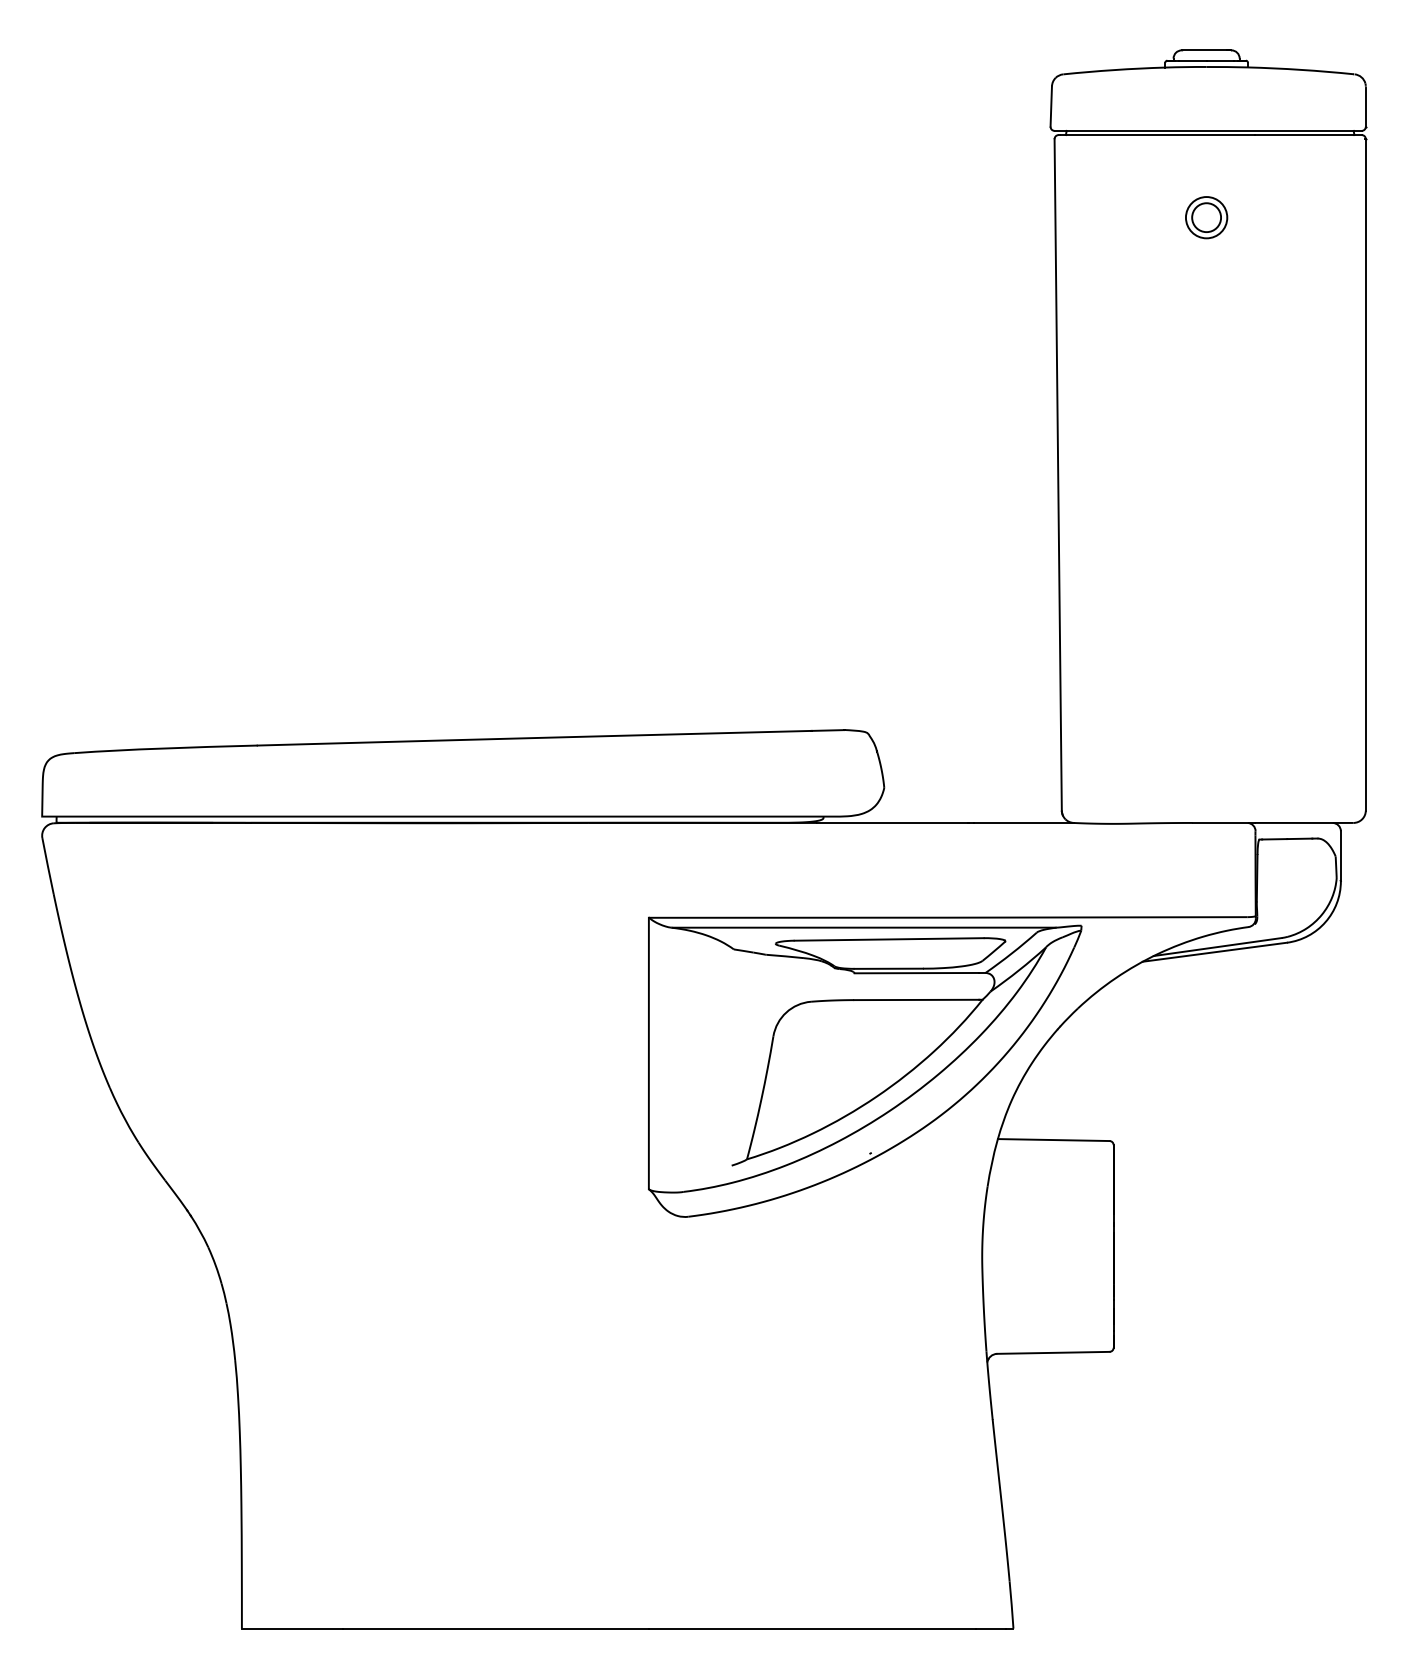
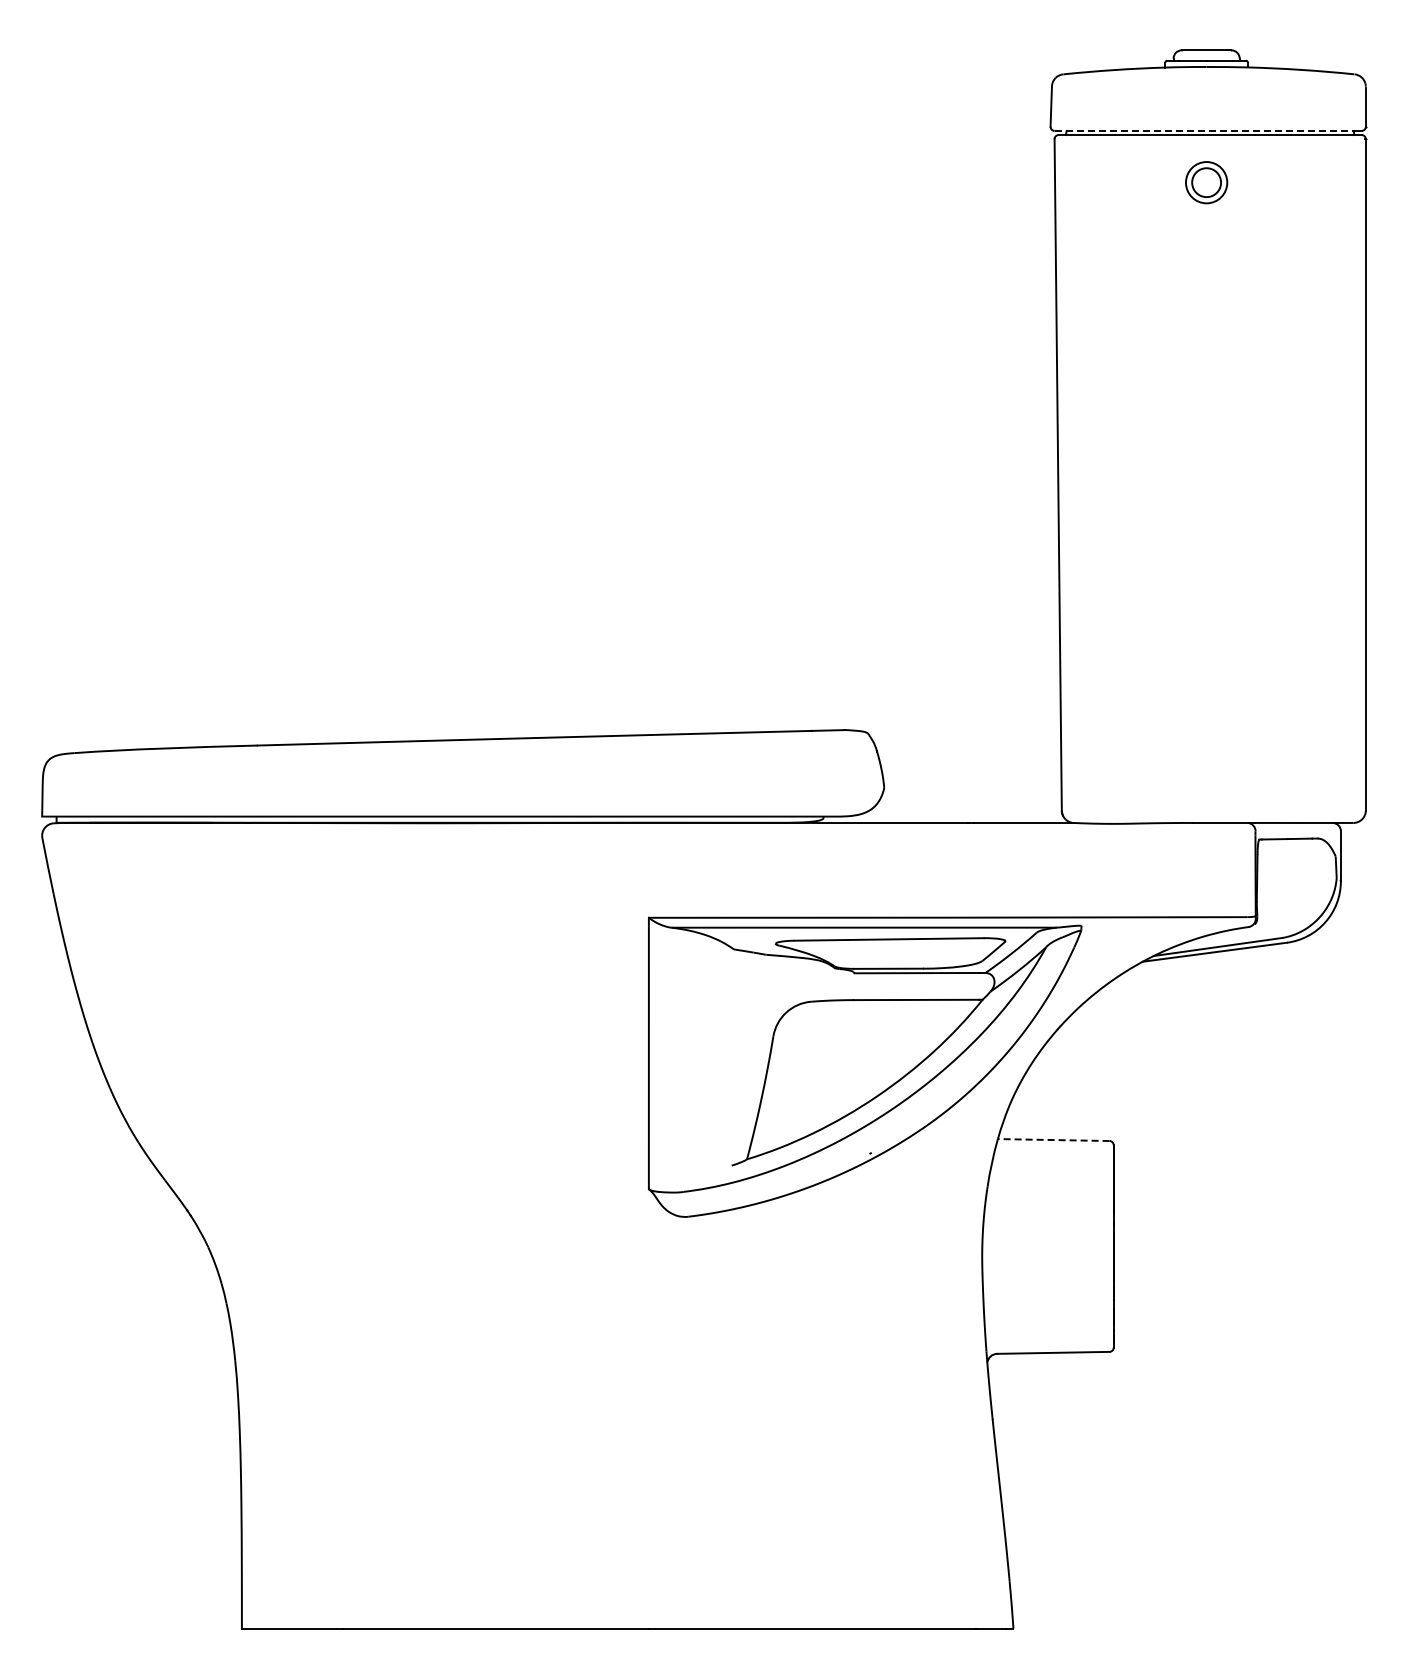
line at (1204, 130): solid -> dashed
part at (1206, 217) position: (1206, 217) -> (1206, 182)
line at (1053, 1140): solid -> dashed
